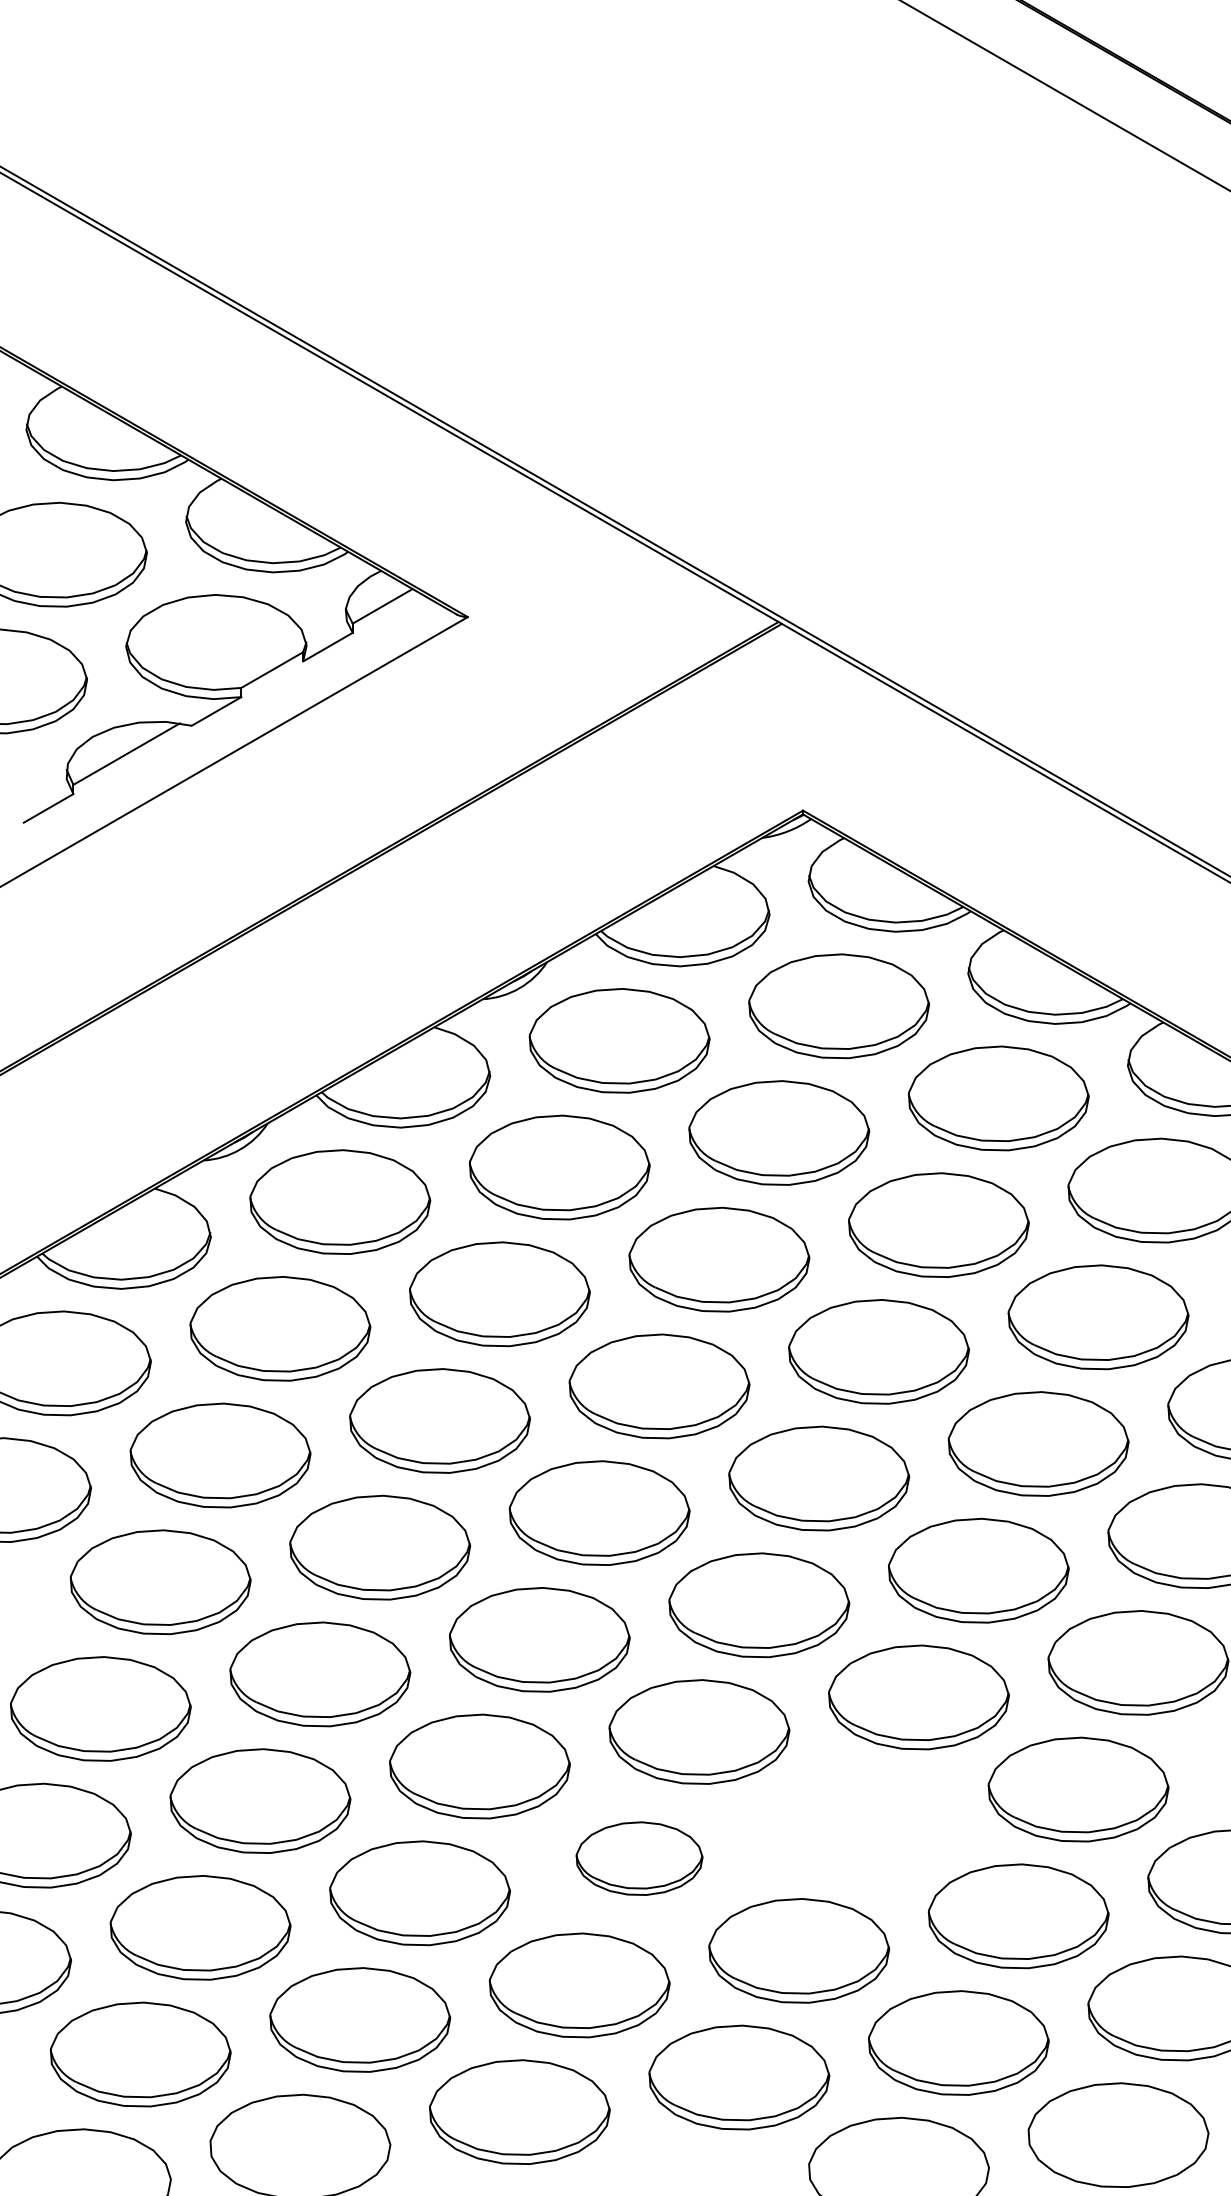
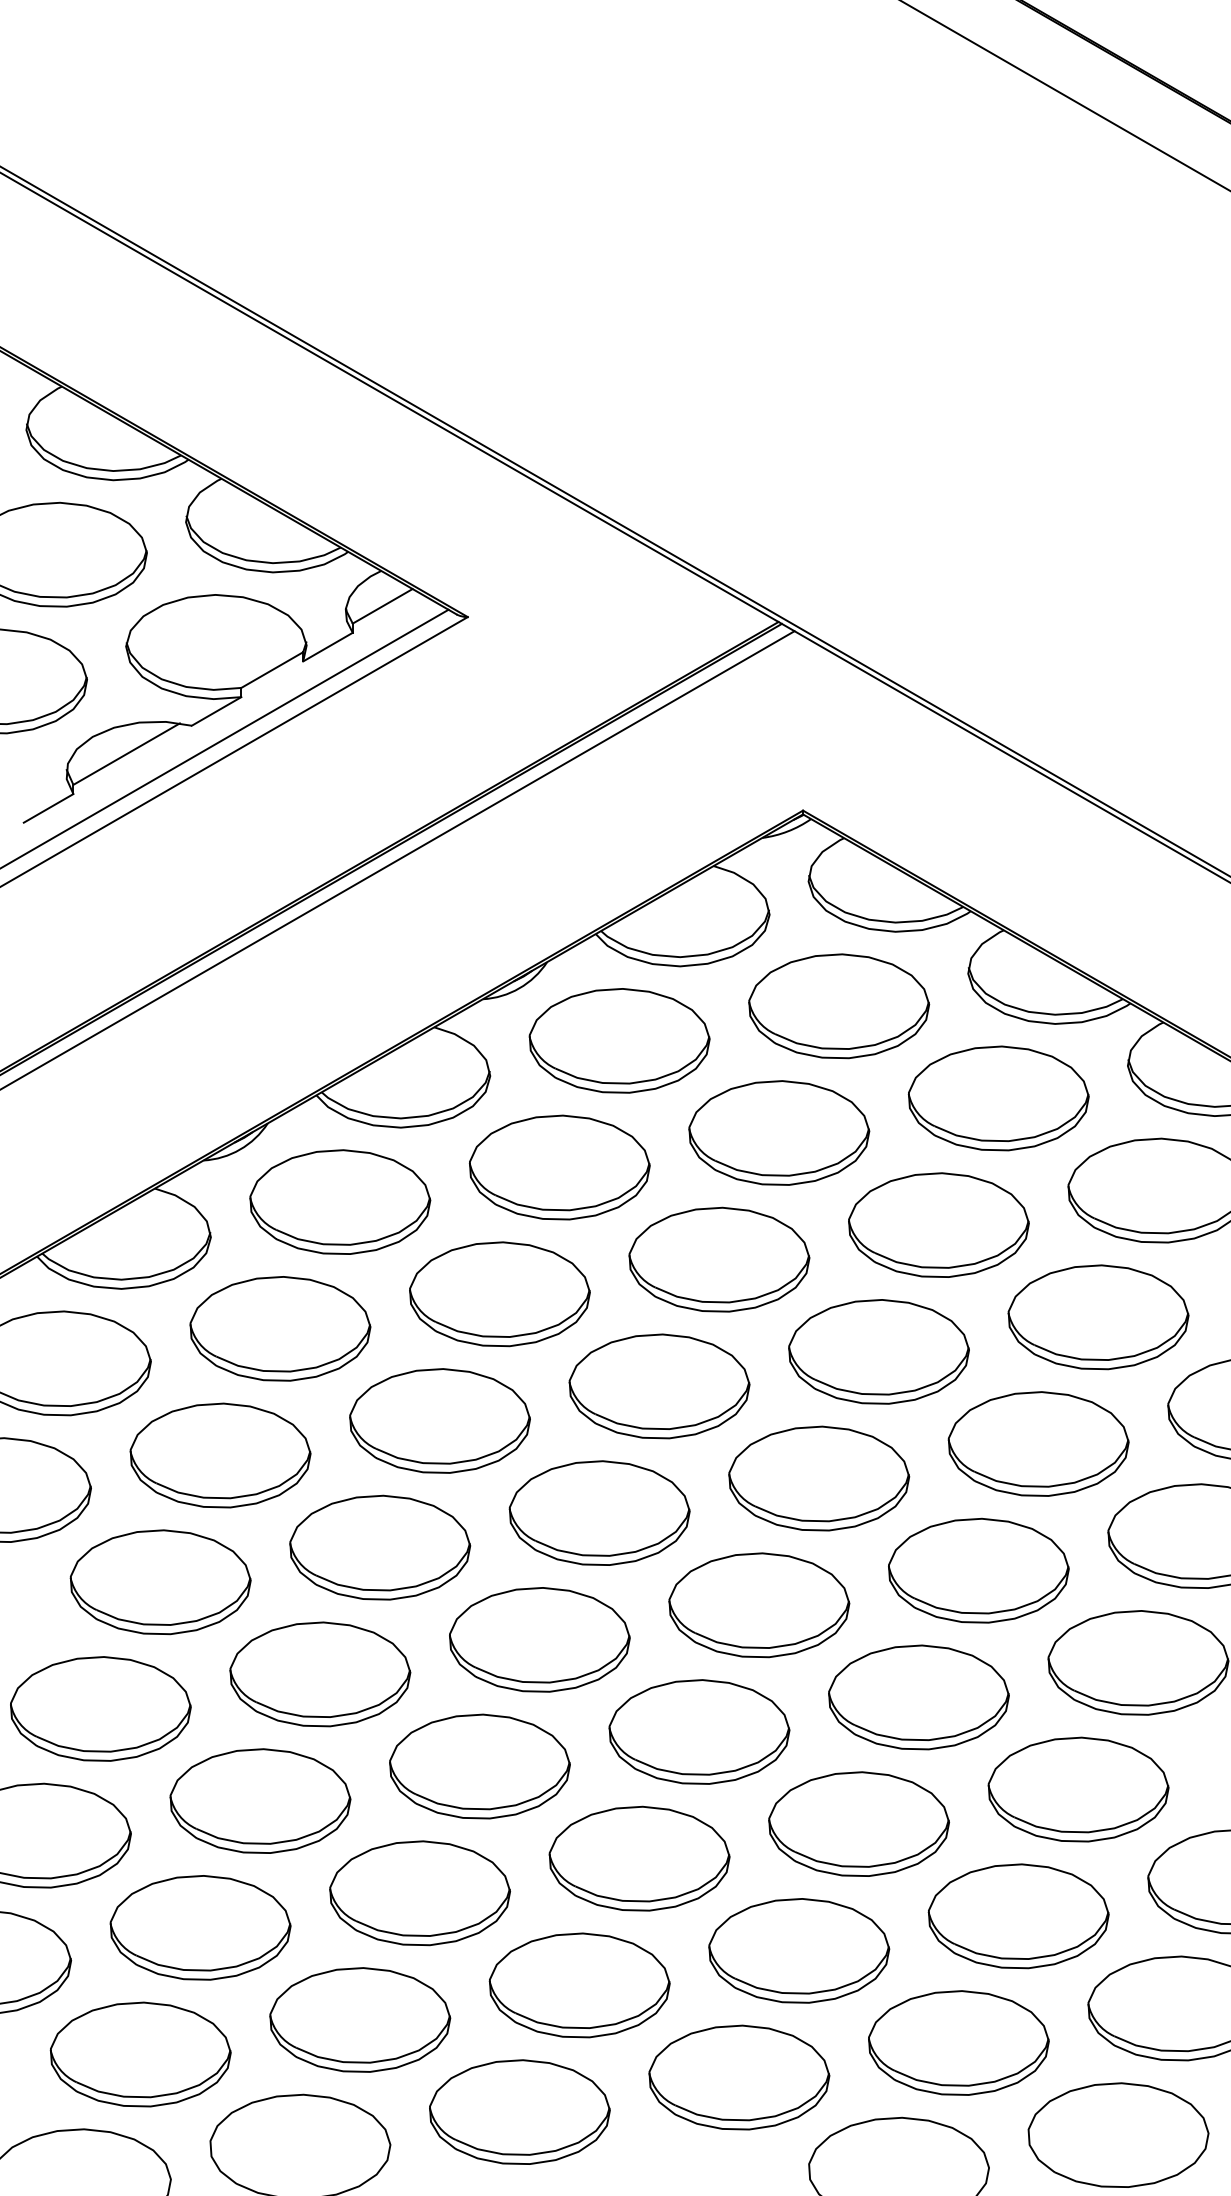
line at (225, 738): none -> present
line at (398, 859): none -> present
part at (858, 1823): none -> present
part at (639, 1858) size: 129x75 px -> 183x107 px
